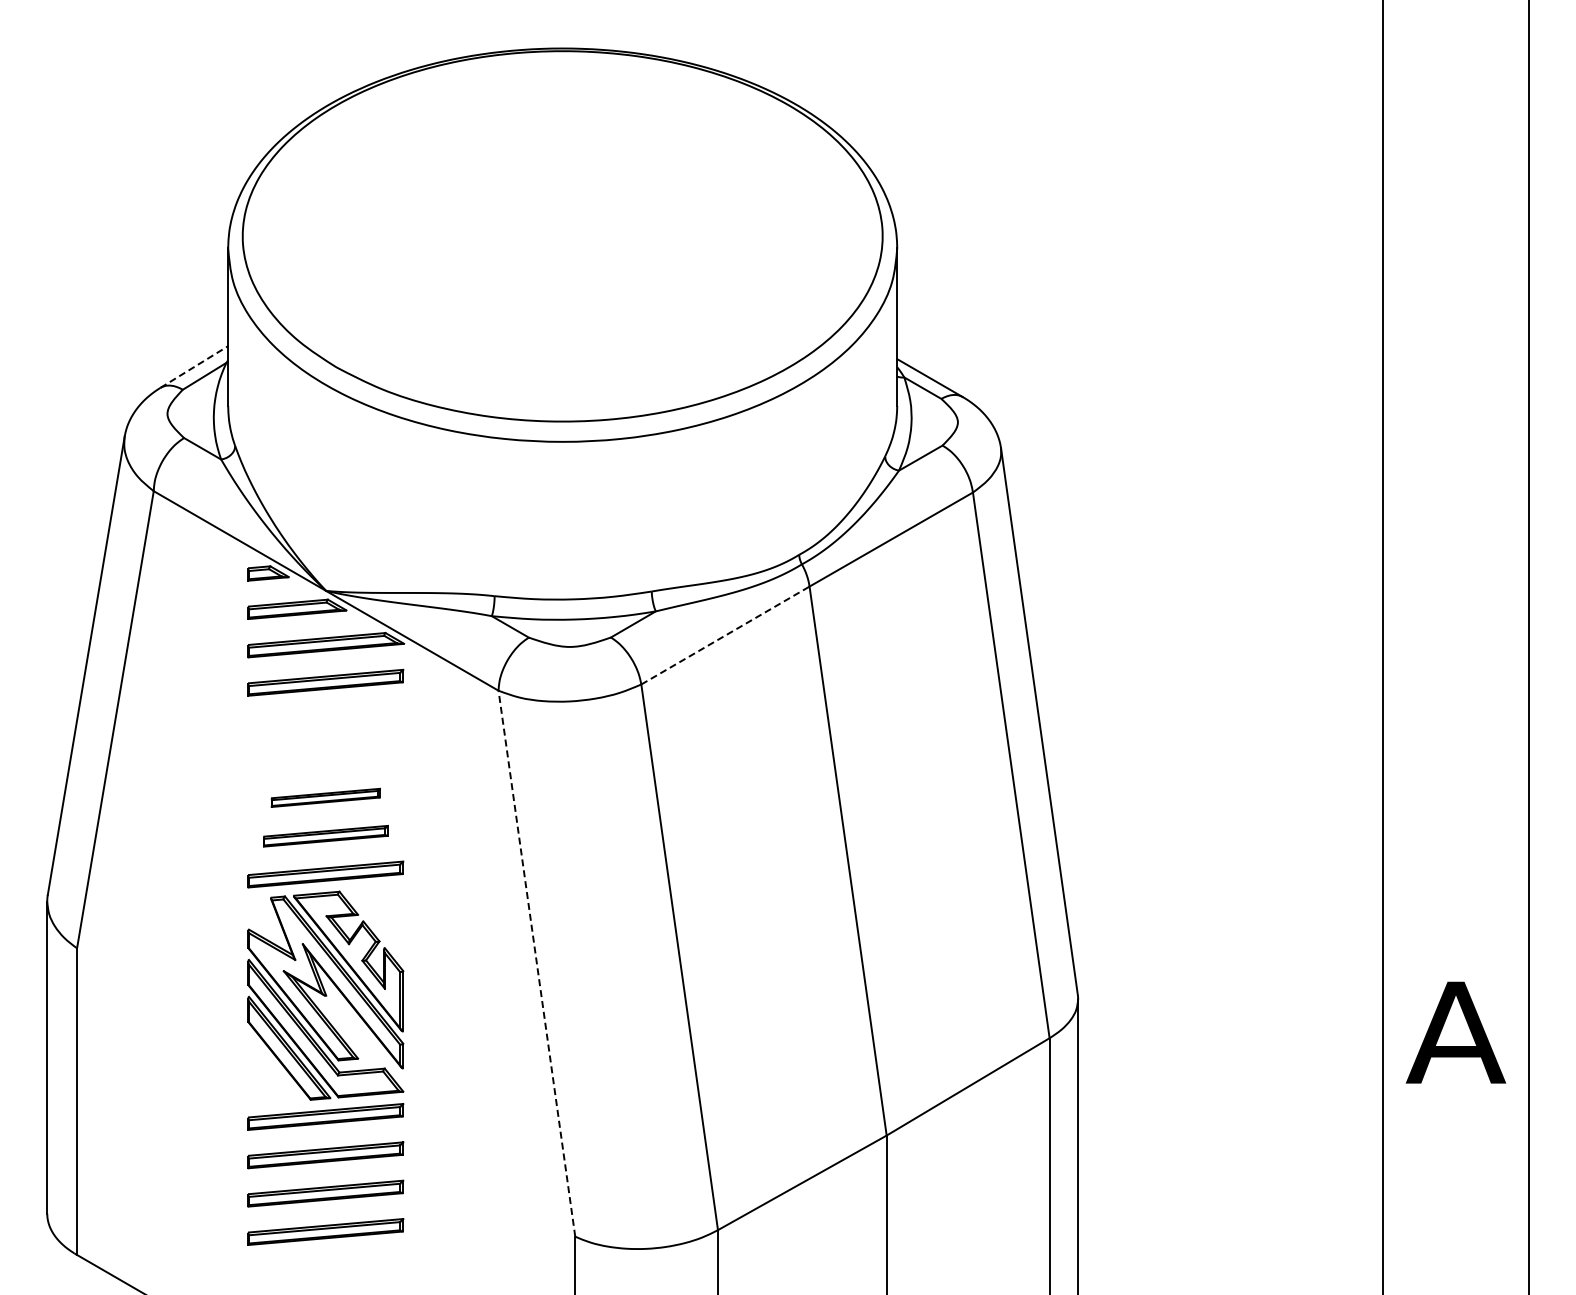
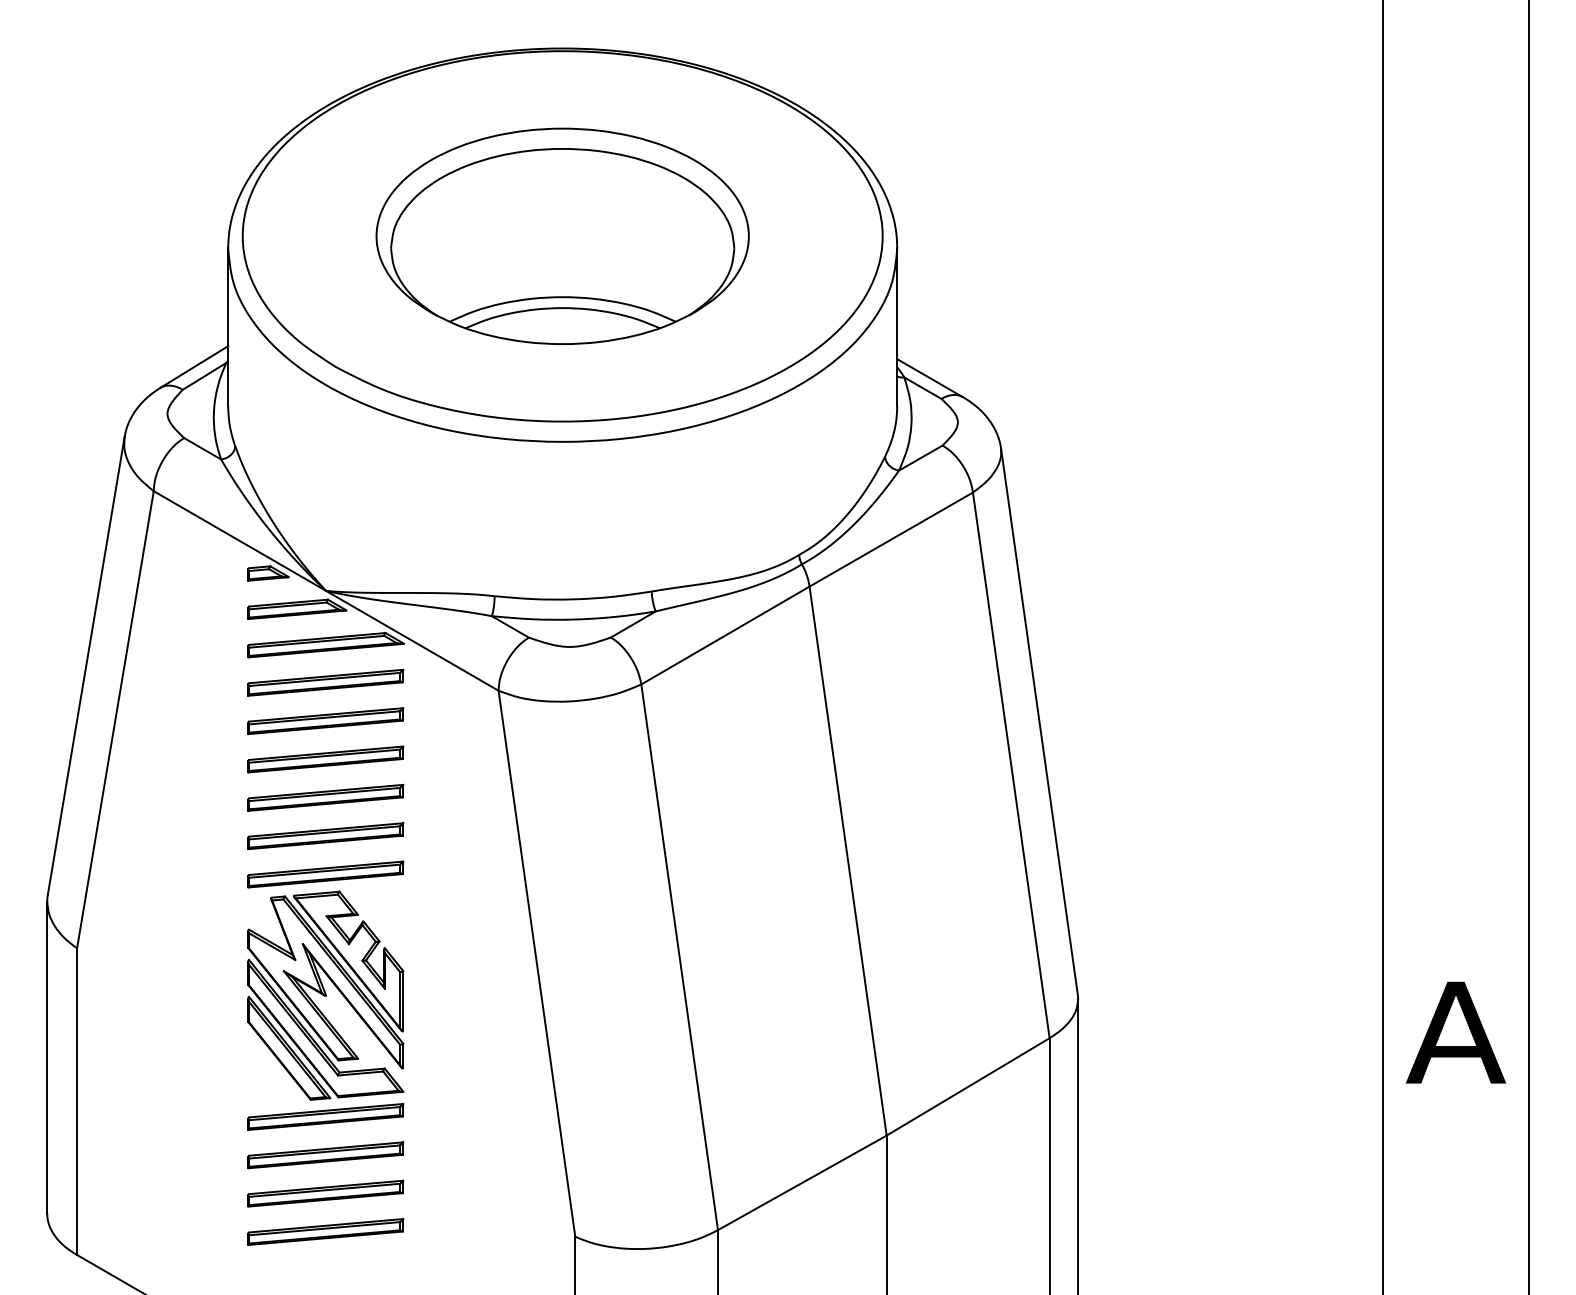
part at (562, 235): none -> present
line at (194, 367): dashed -> solid
line at (725, 635): dashed -> solid
part at (325, 720): none -> present
part at (325, 759): none -> present
part at (325, 797) size: 111x21 px -> 158x28 px
part at (325, 836) size: 126x23 px -> 158x29 px
line at (536, 963): dashed -> solid
